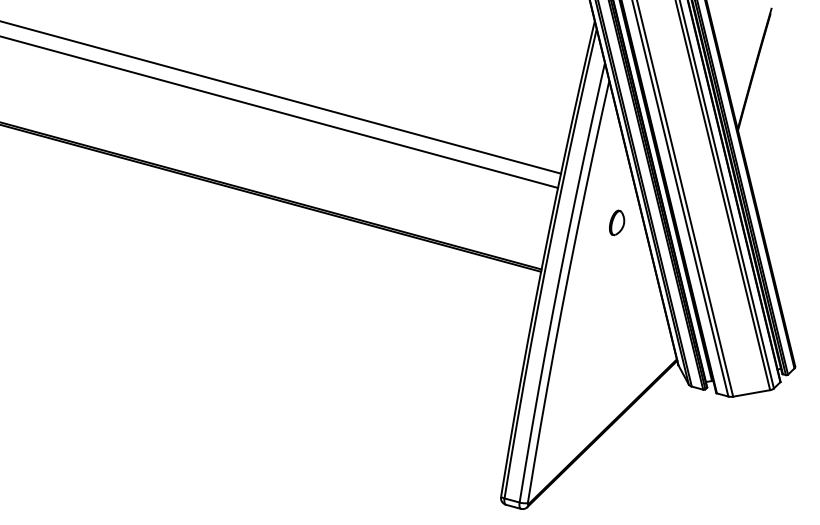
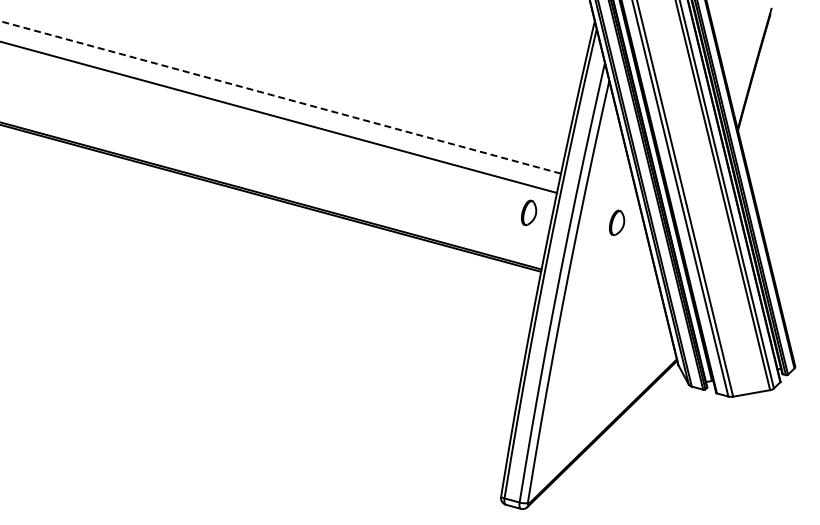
line at (280, 97): solid -> dashed
line at (280, 112) position: (280, 112) -> (279, 117)
part at (529, 212): none -> present
